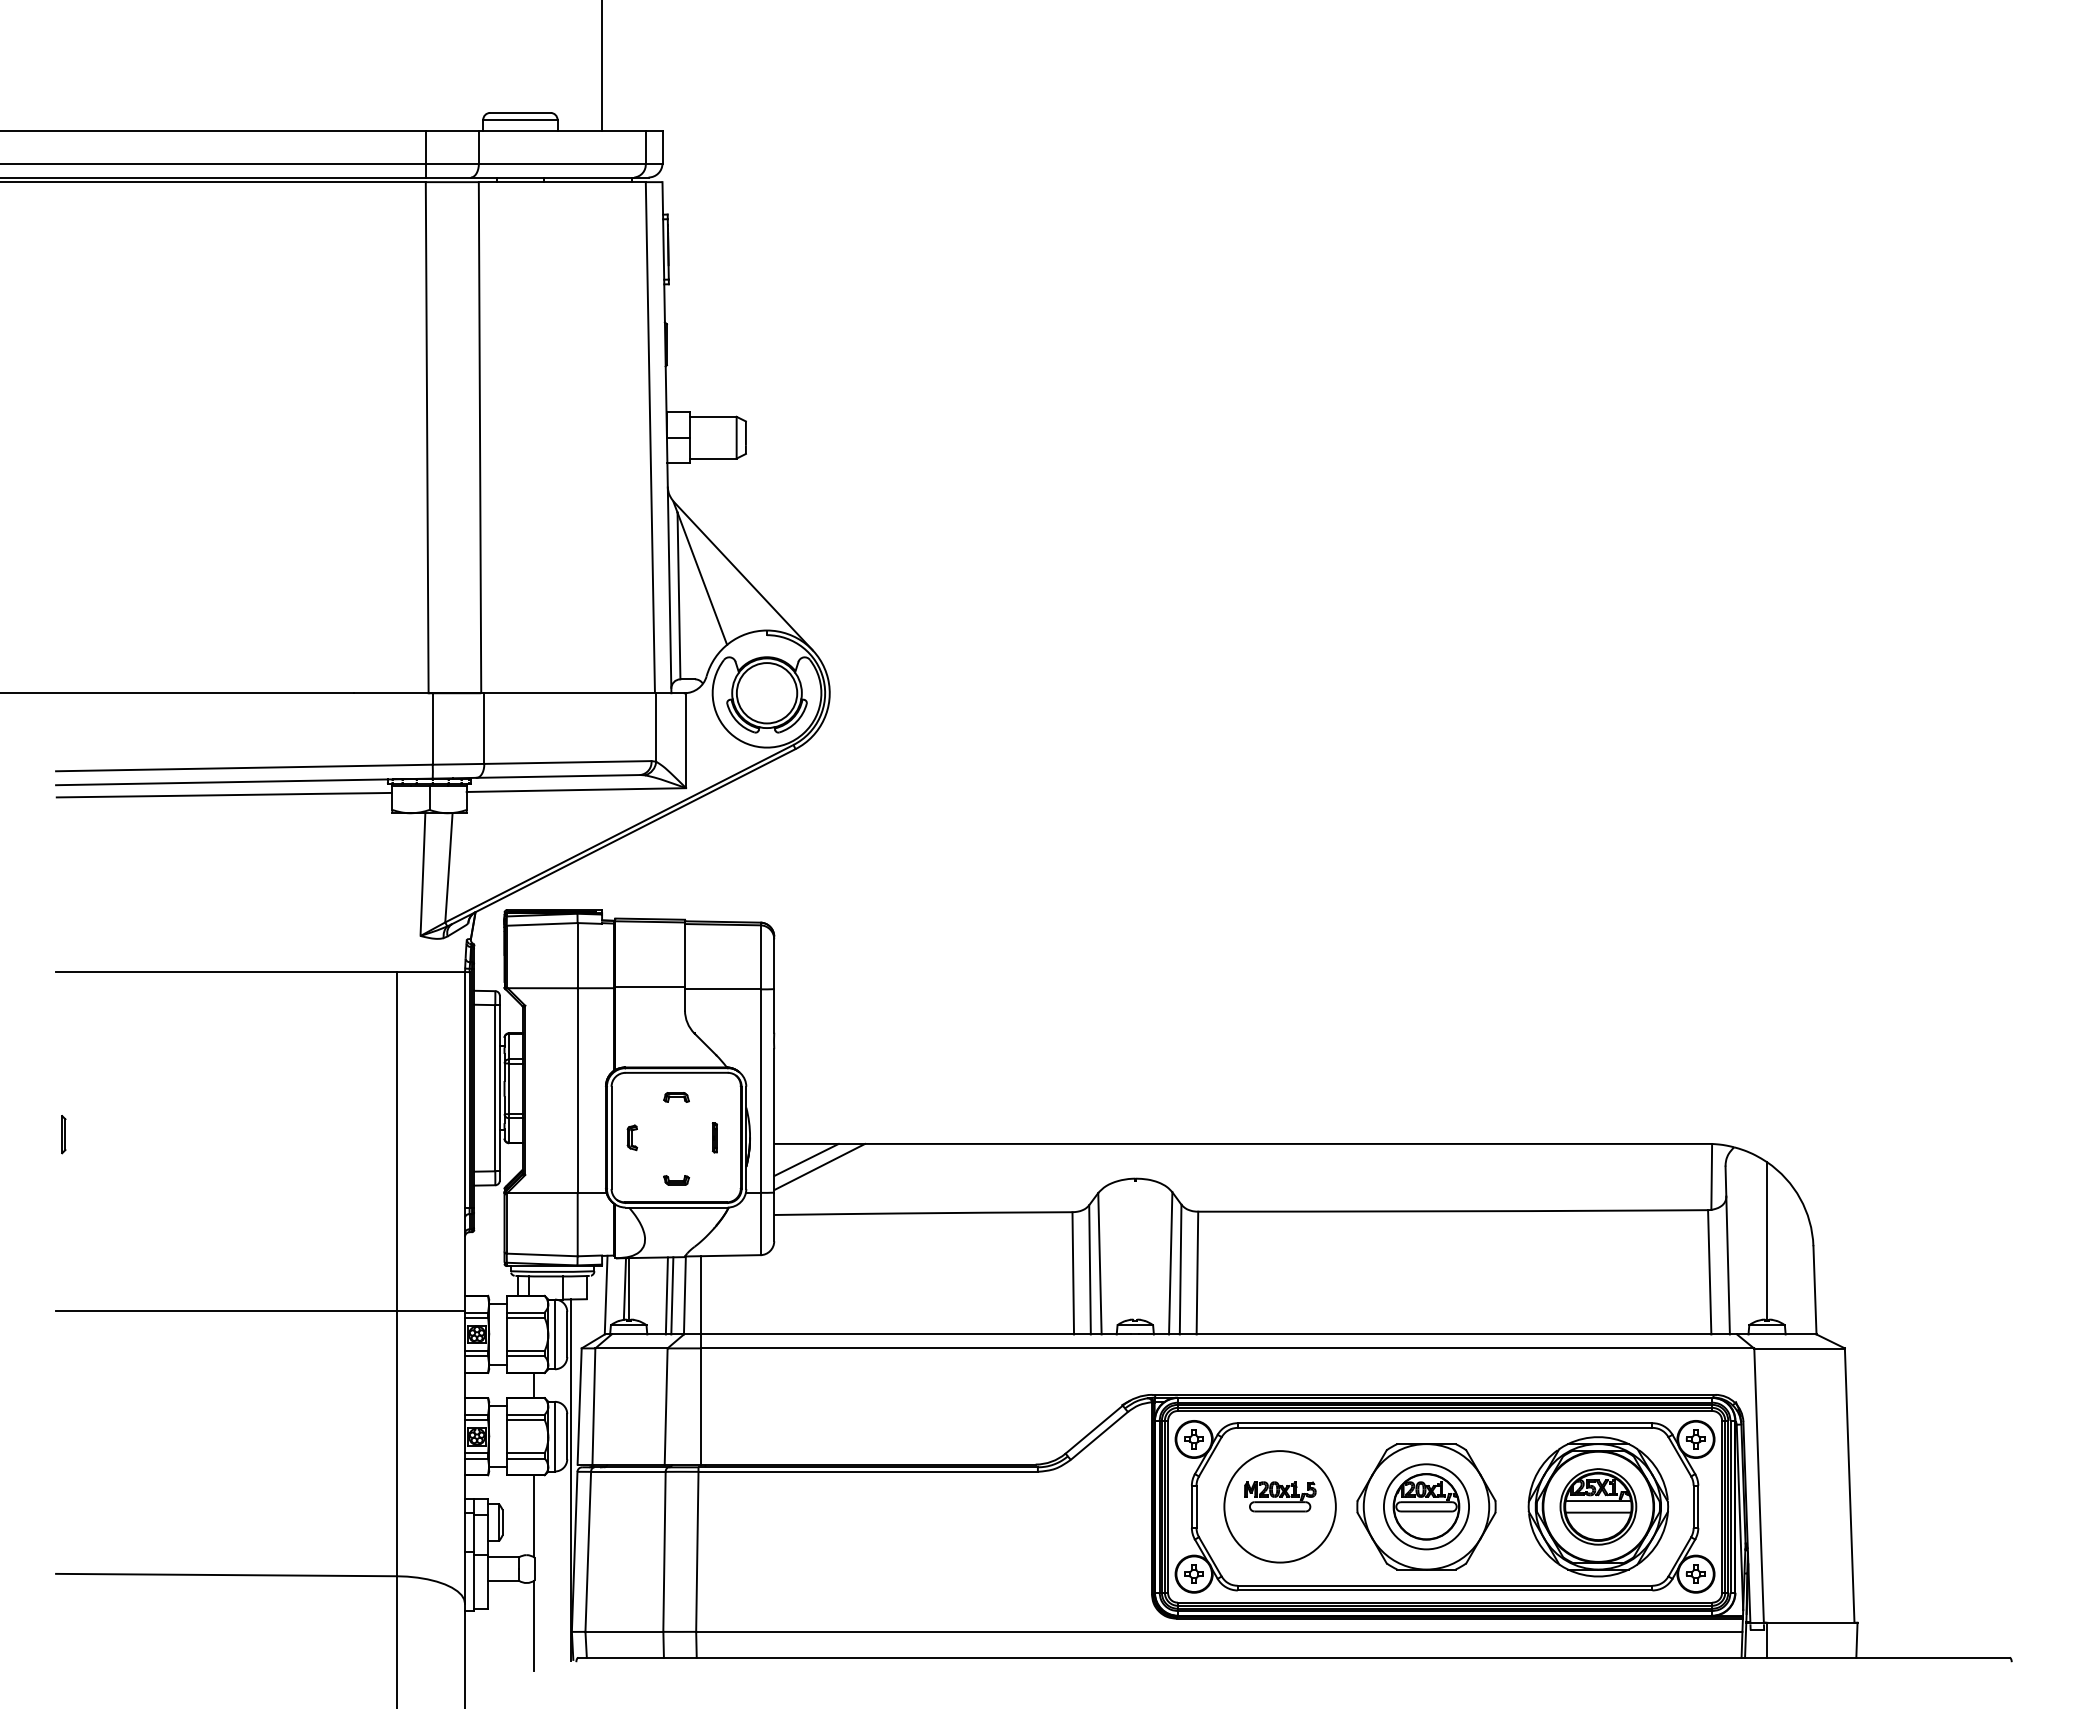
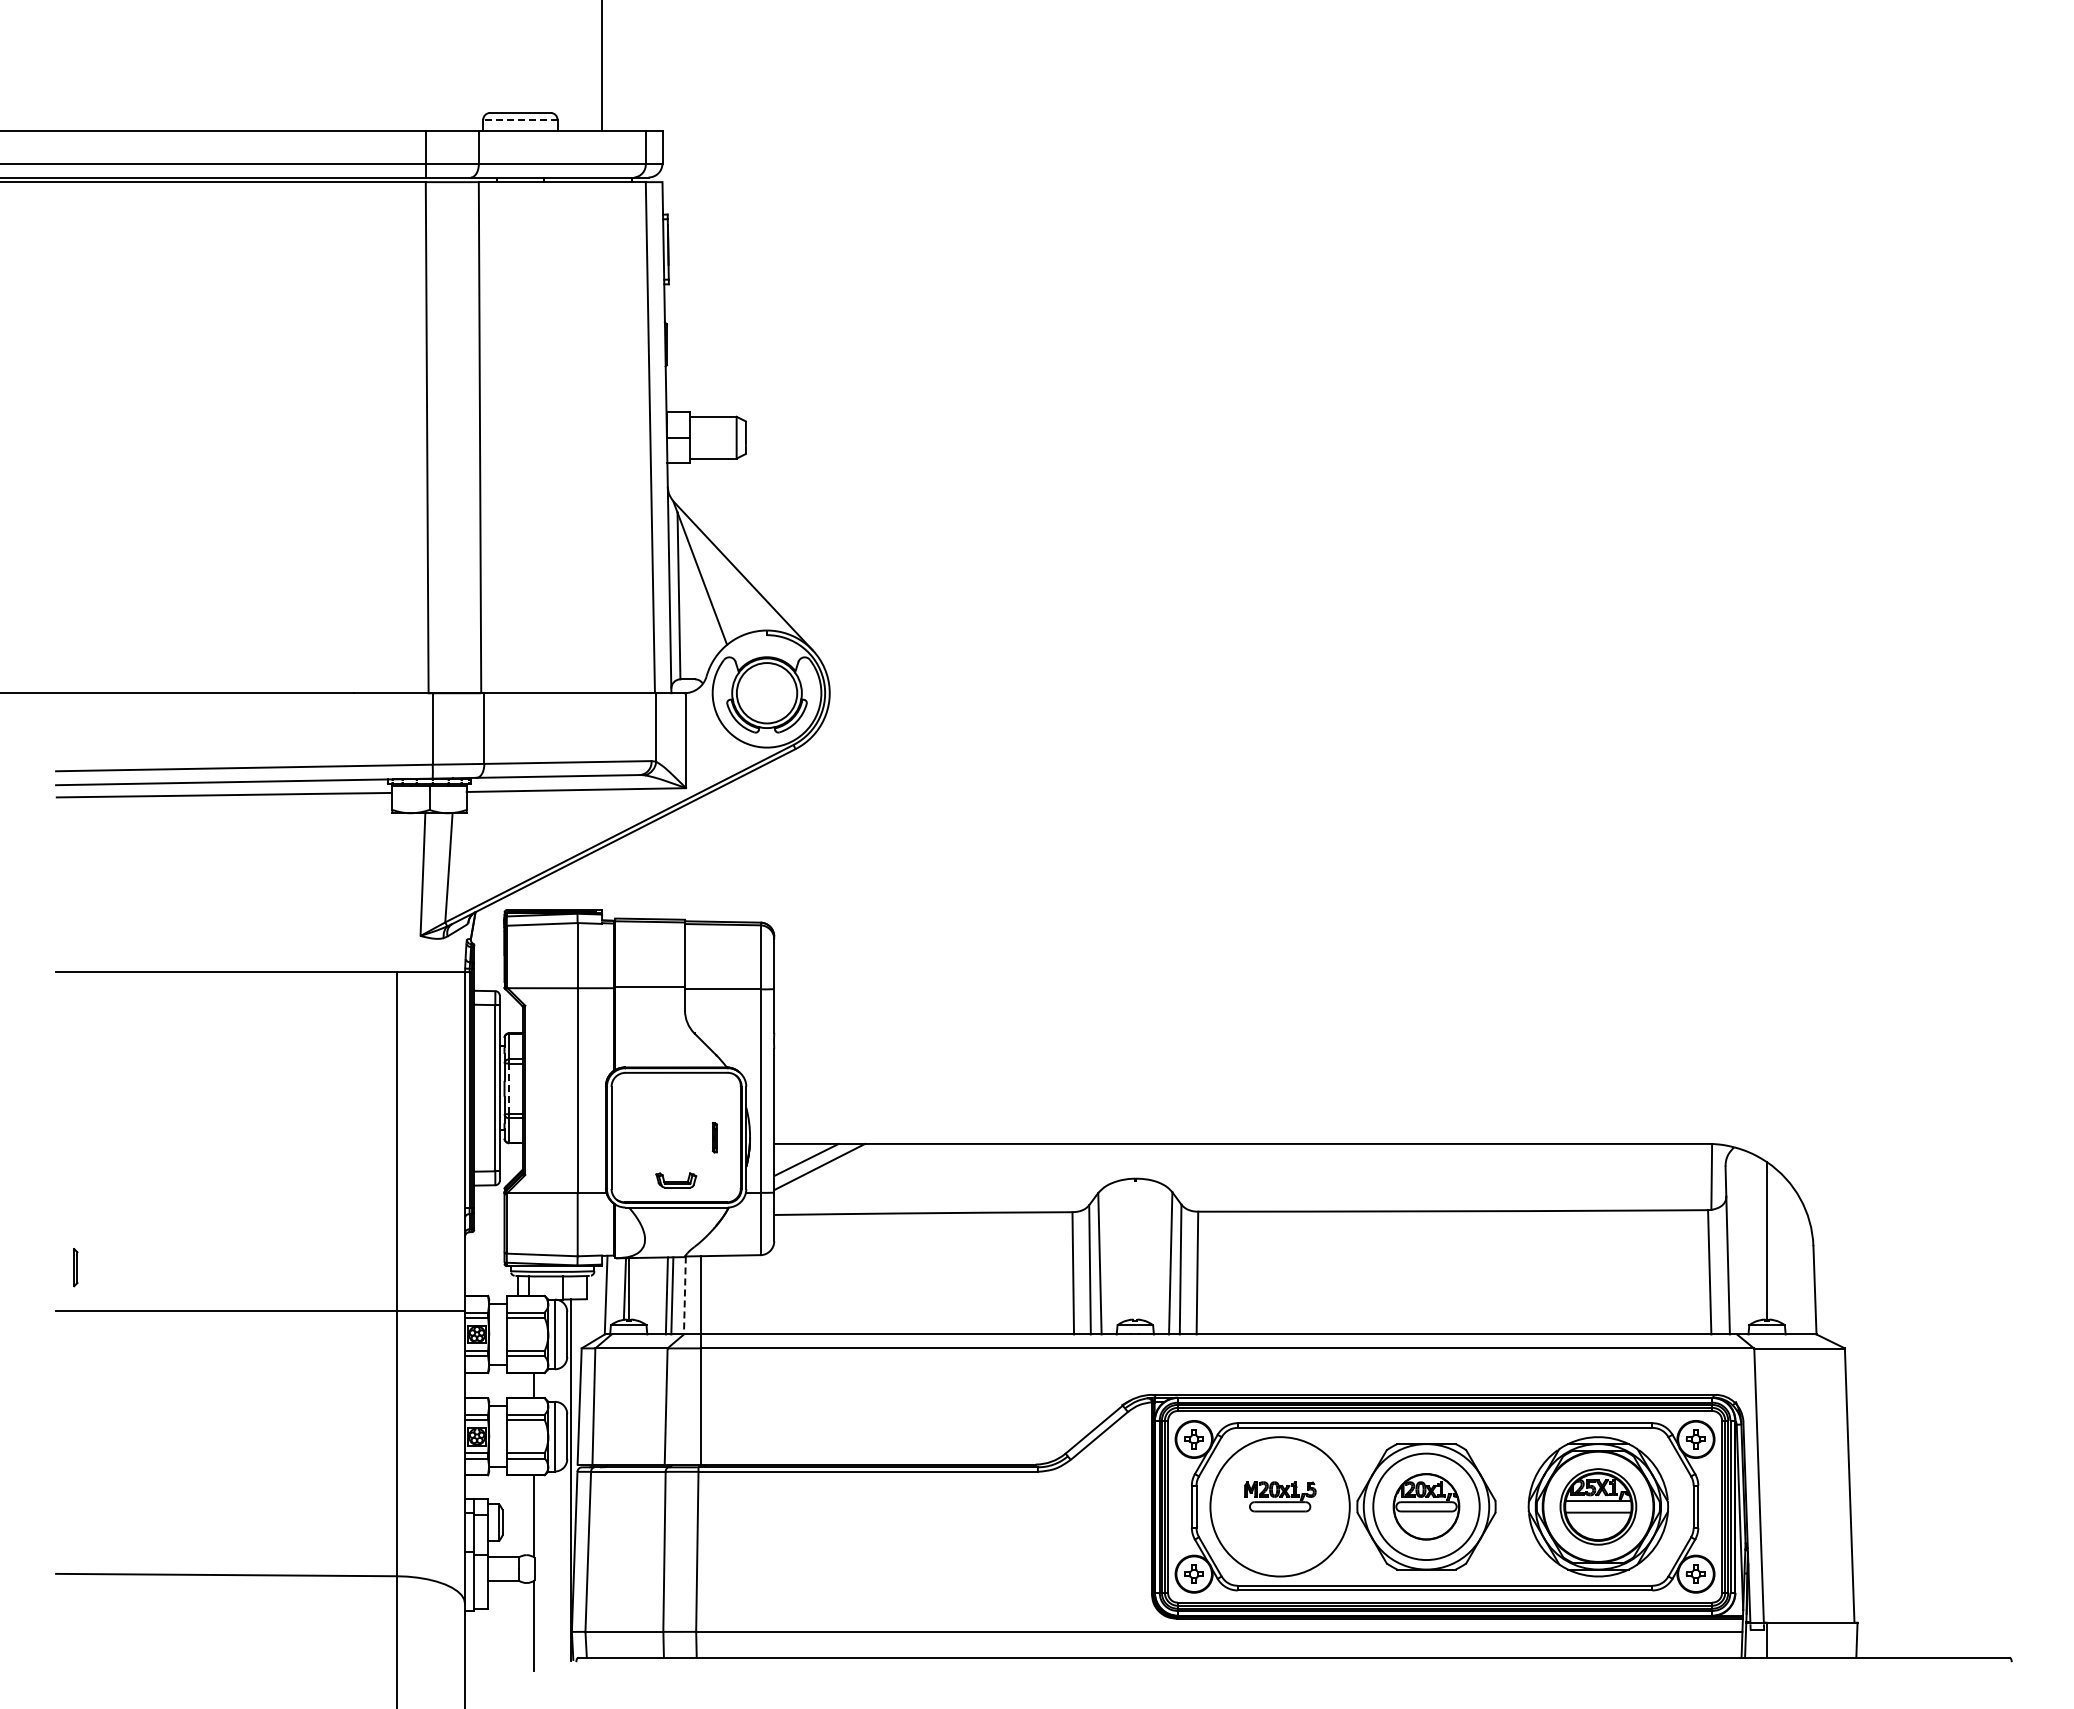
line at (519, 119): solid -> dashed
line at (509, 1088): solid -> dashed
part at (676, 1097): present -> none
part at (63, 1134) position: (63, 1134) -> (75, 1267)
part at (632, 1137): present -> none
part at (676, 1180) size: 28x11 px -> 43x17 px
line at (684, 1295): solid -> dashed
circle at (1279, 1506) diameter: 112 px -> 139 px
circle at (1426, 1506) diameter: 85 px -> 106 px
